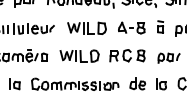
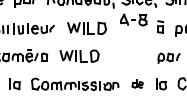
part at (131, 27) position: (131, 27) -> (133, 19)
part at (127, 55): present -> none
part at (137, 83) size: 17x14 px -> 13x10 px
